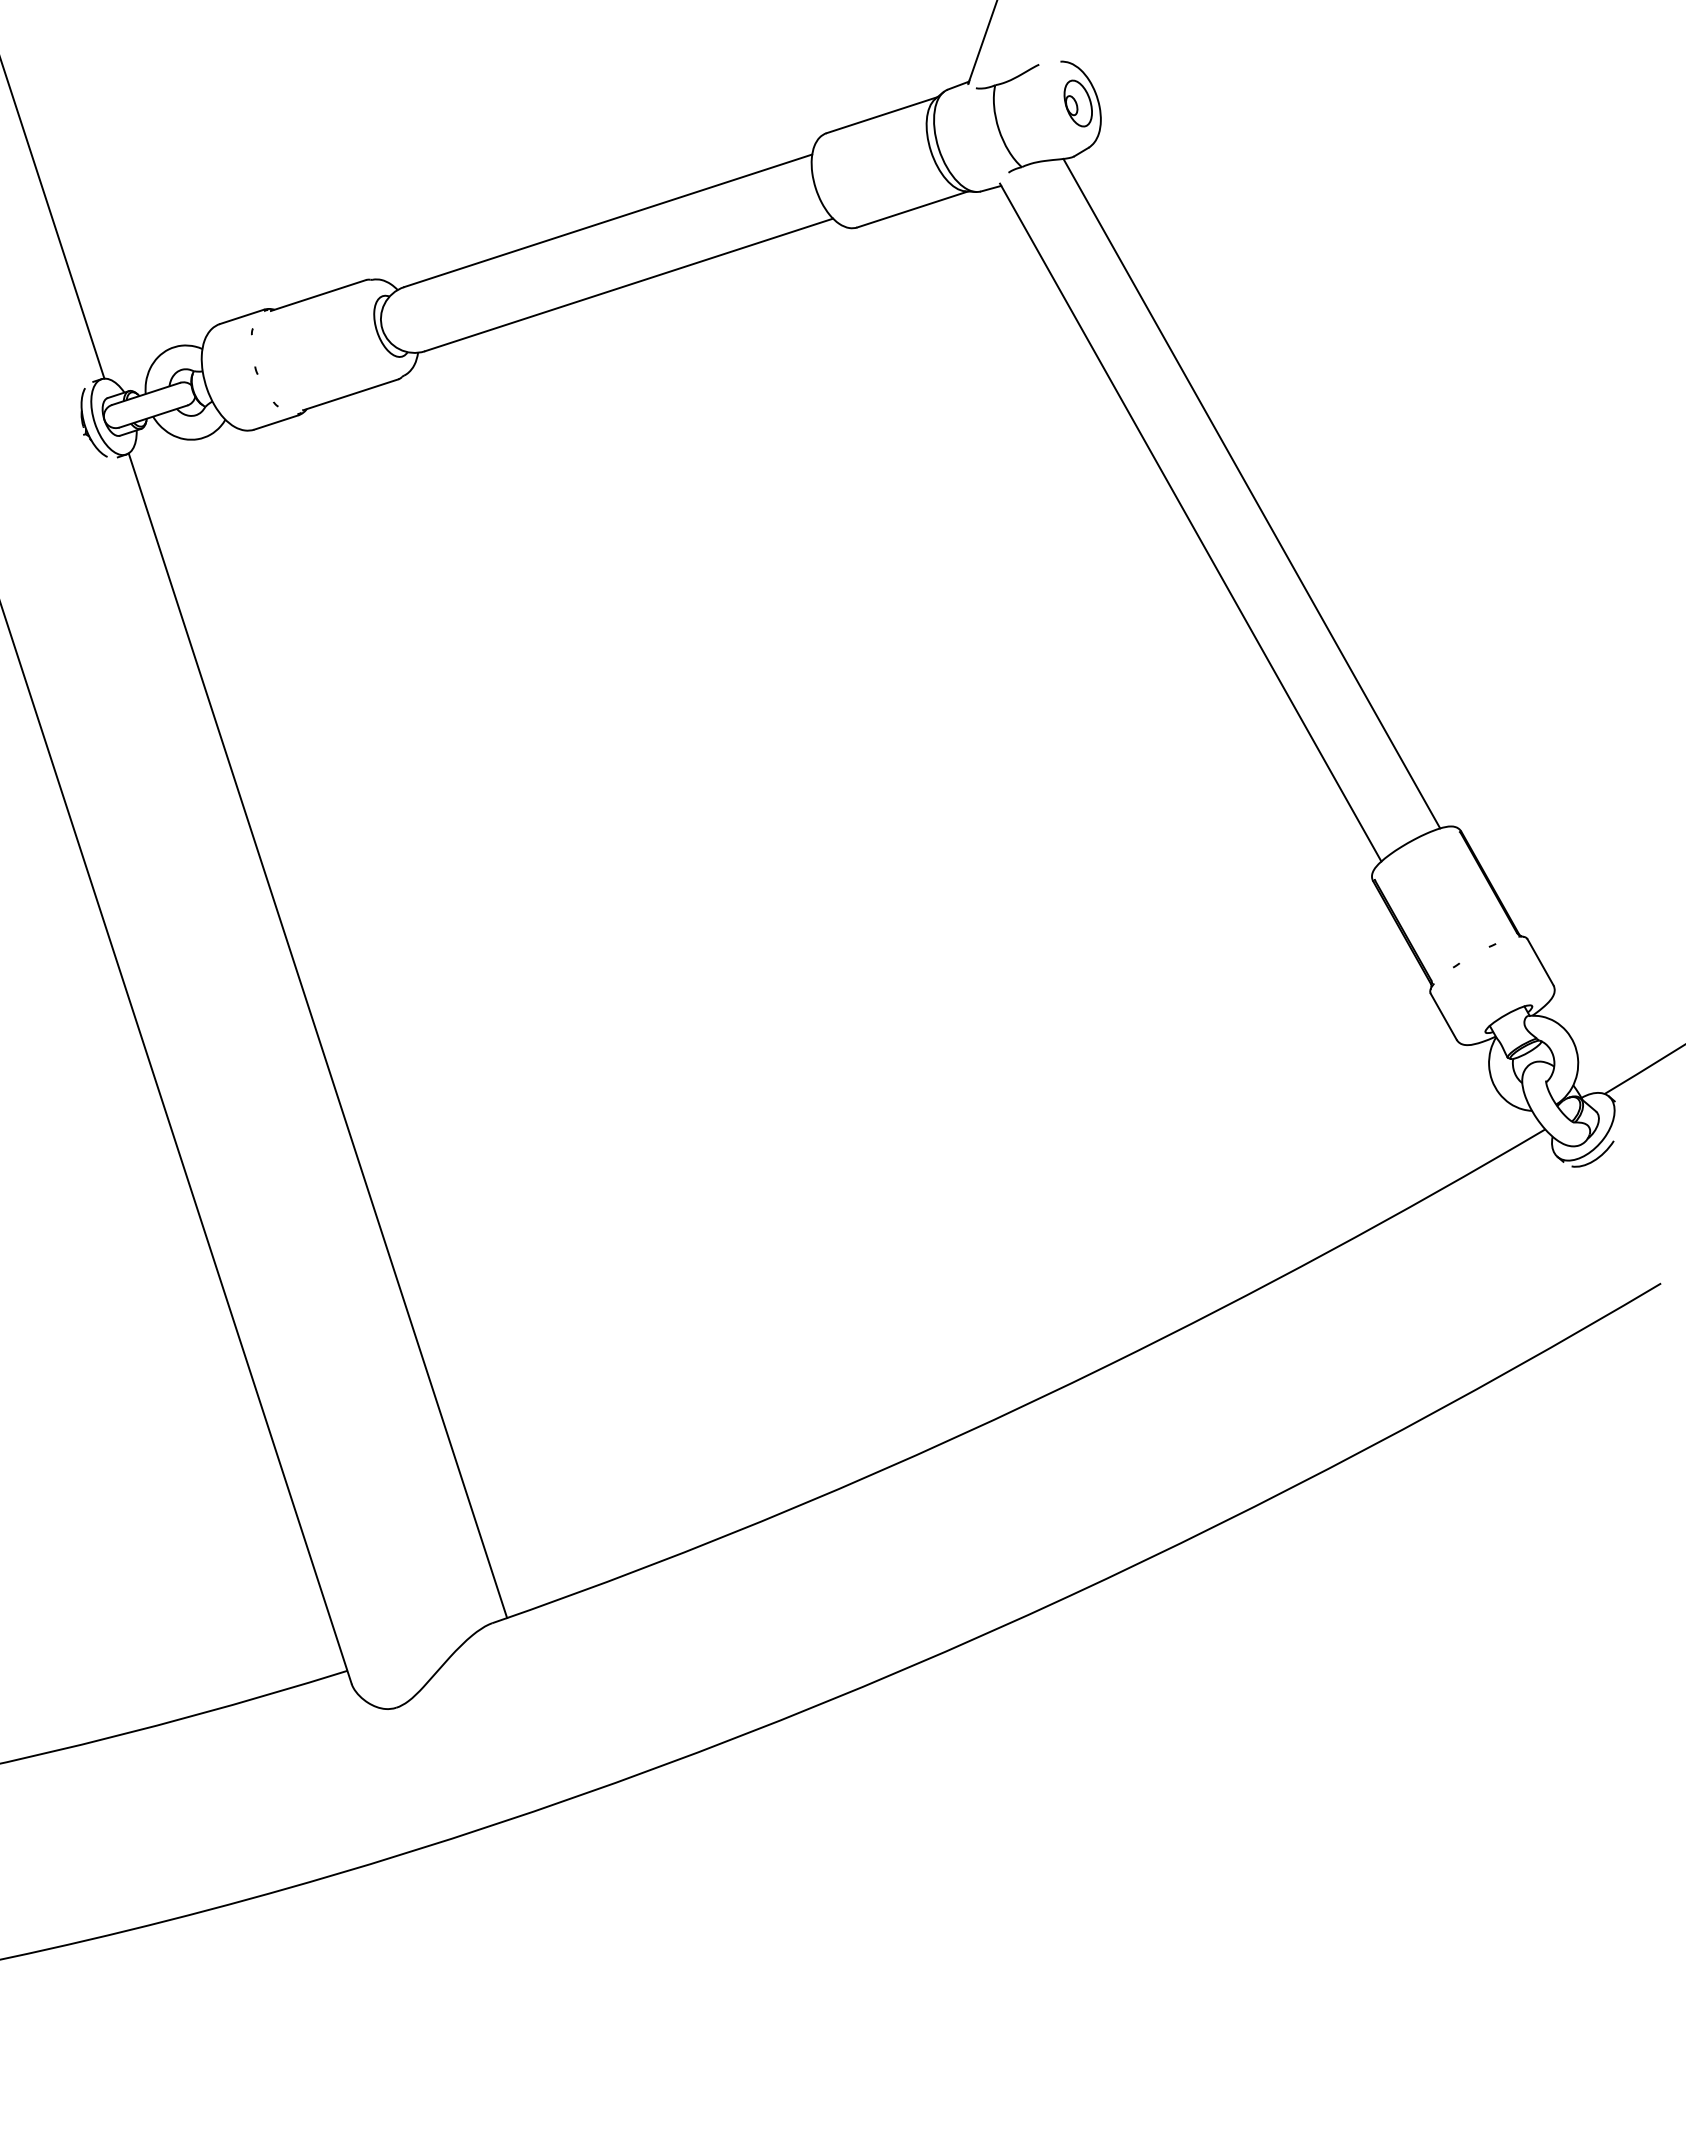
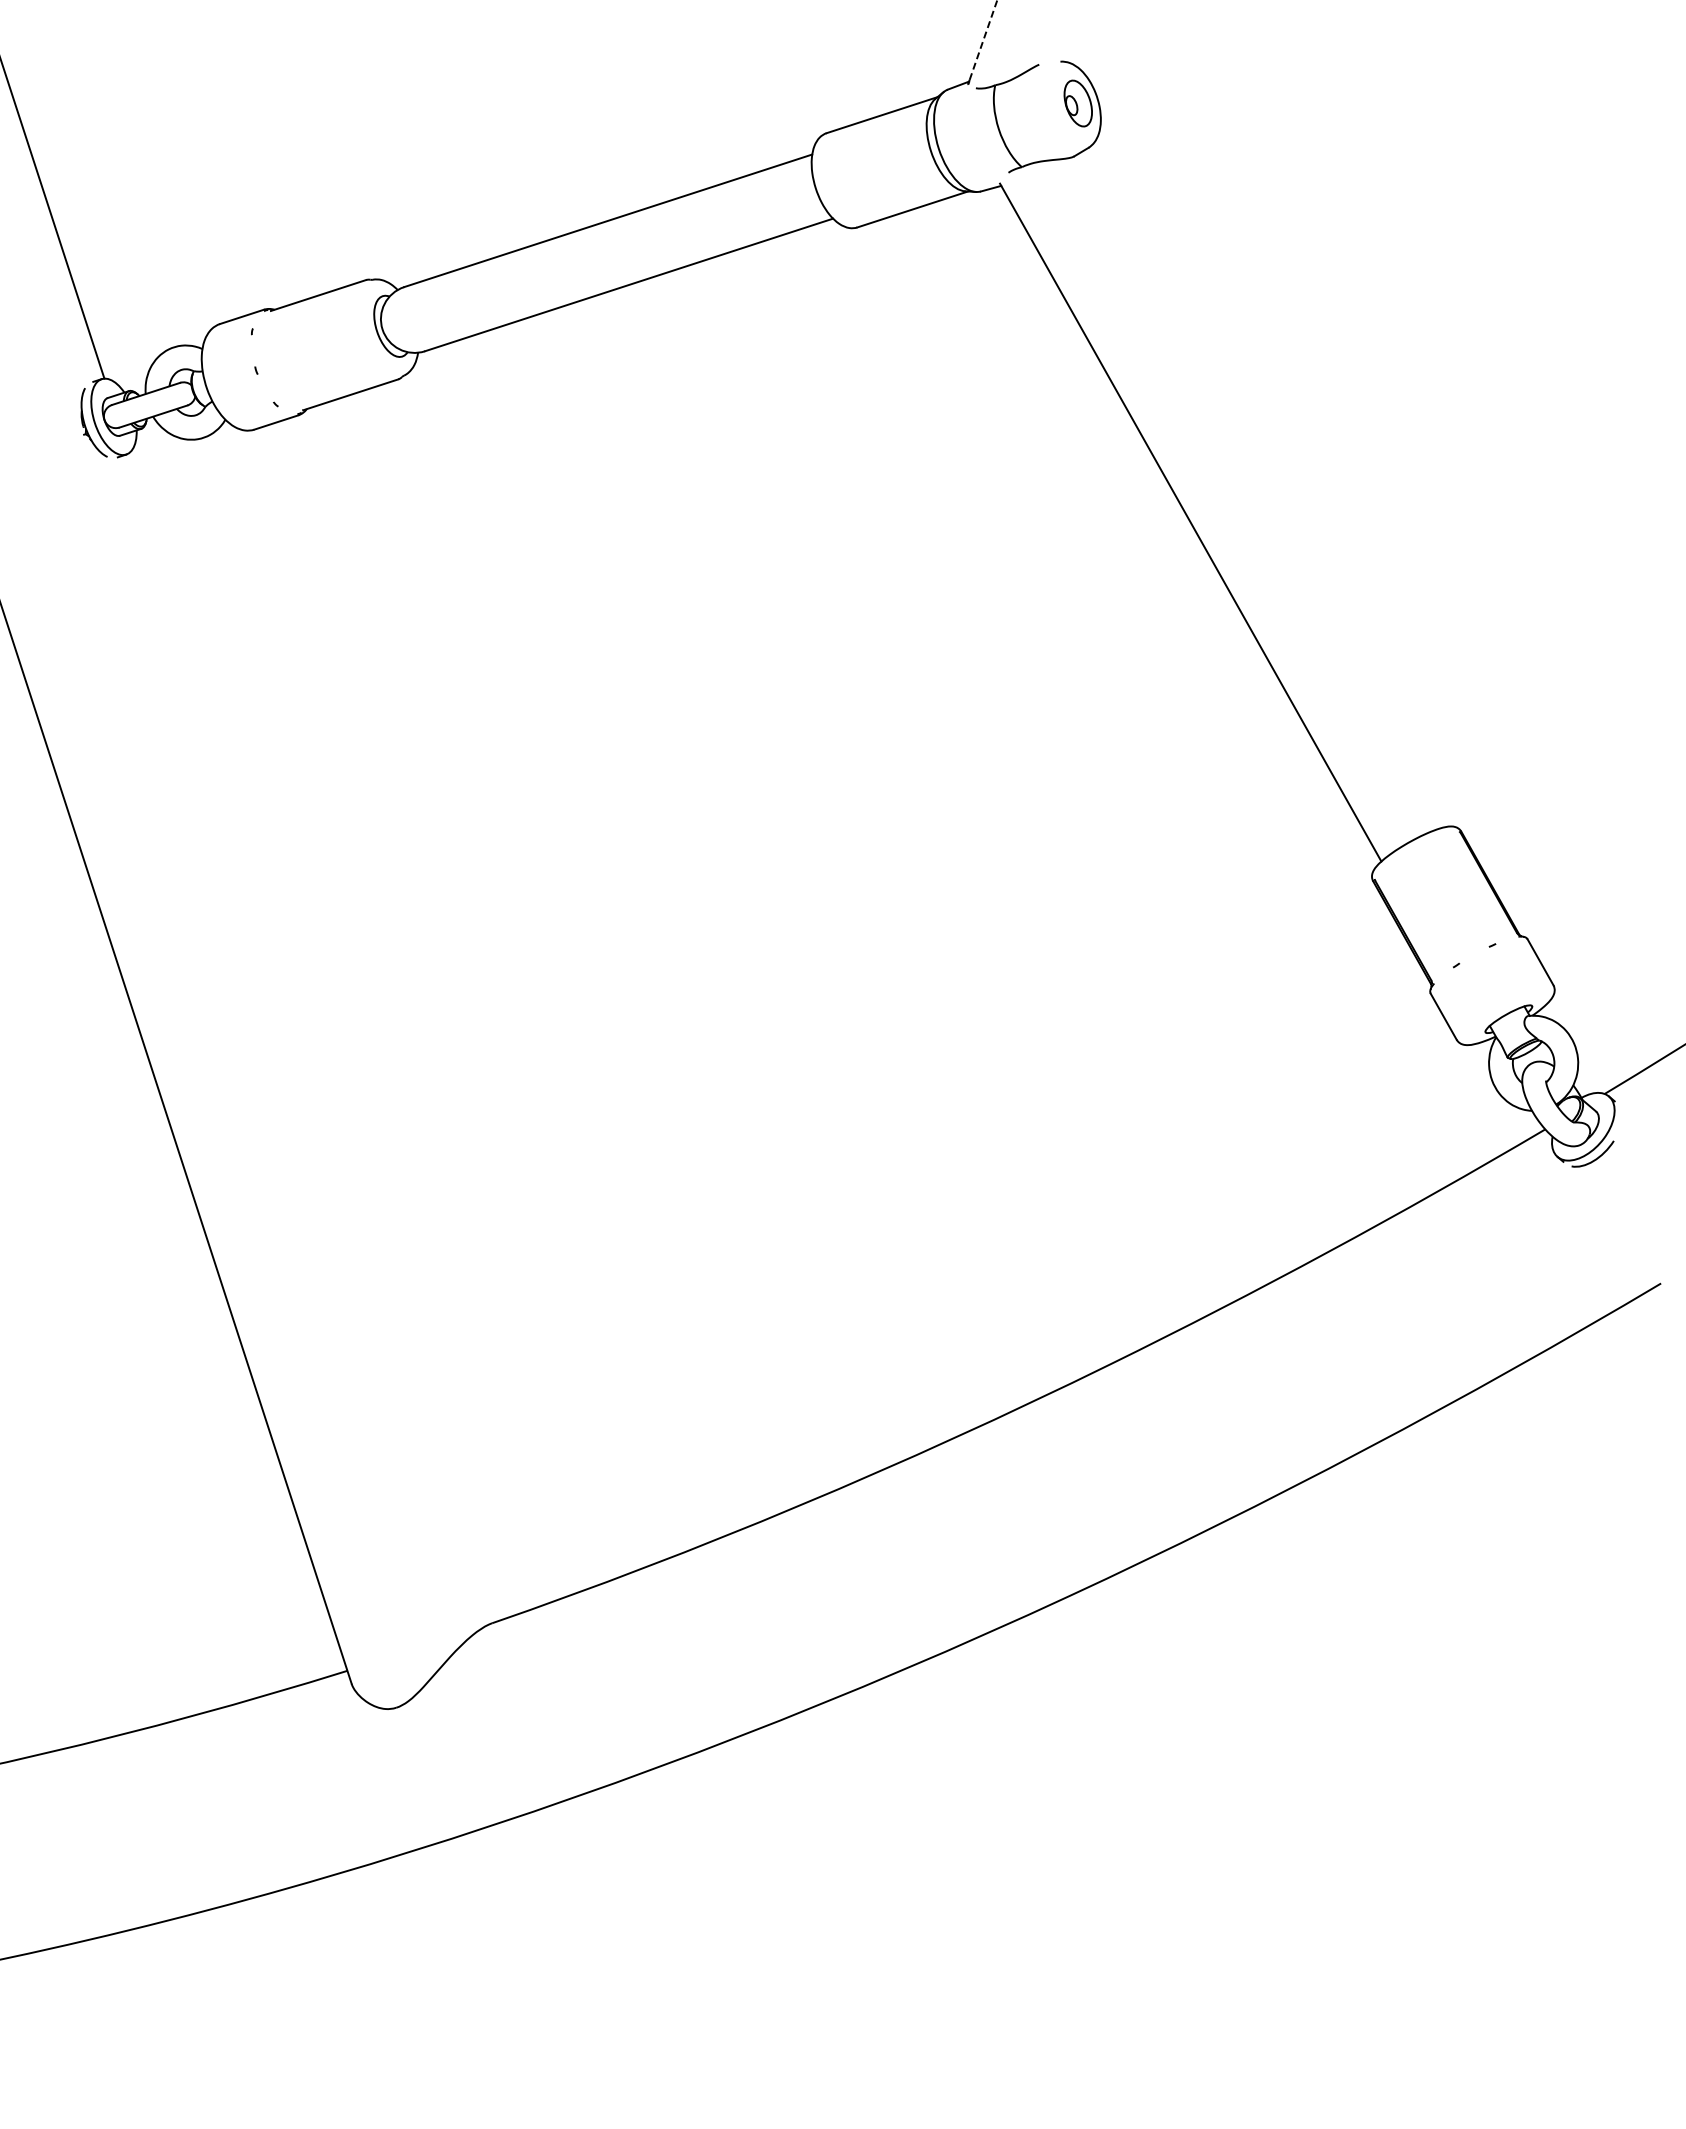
line at (983, 40): solid -> dashed
line at (1251, 493): present -> none
line at (317, 1035): present -> none
